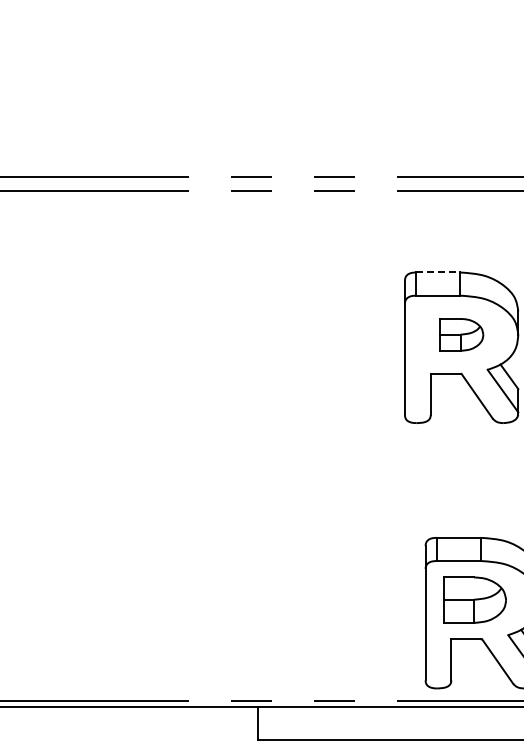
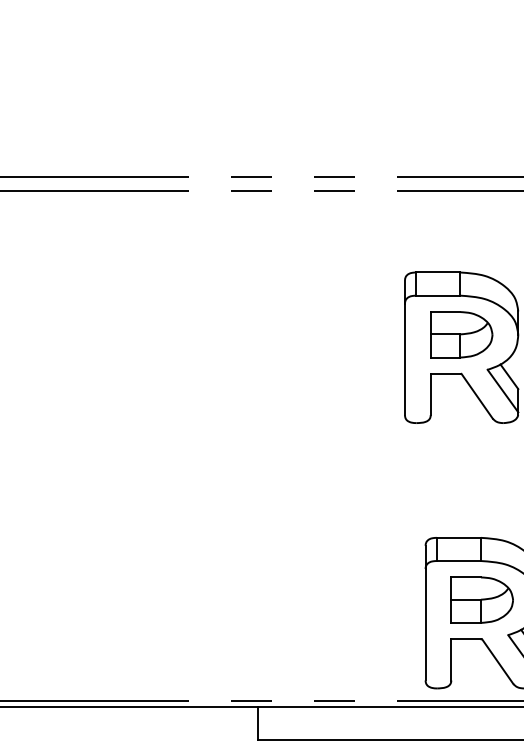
line at (438, 272): dashed -> solid
part at (461, 334) size: 46x34 px -> 64x48 px
part at (474, 599) position: (474, 599) -> (481, 599)
